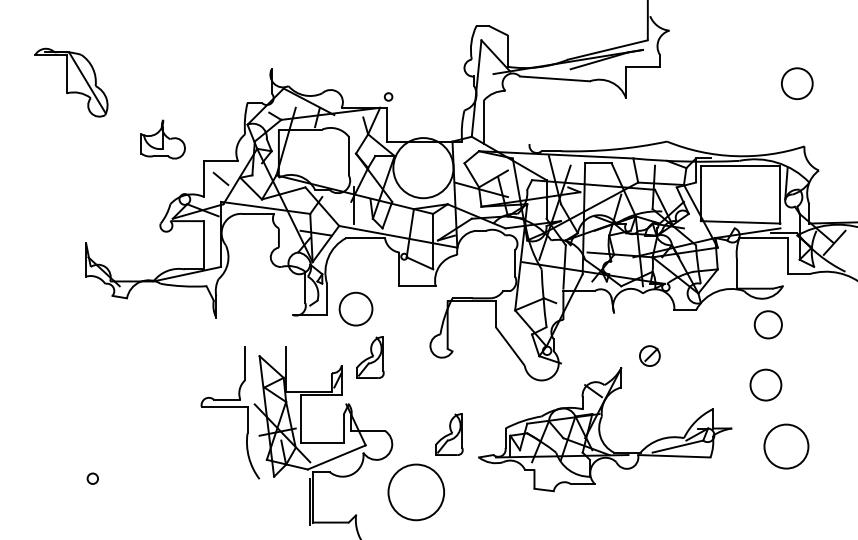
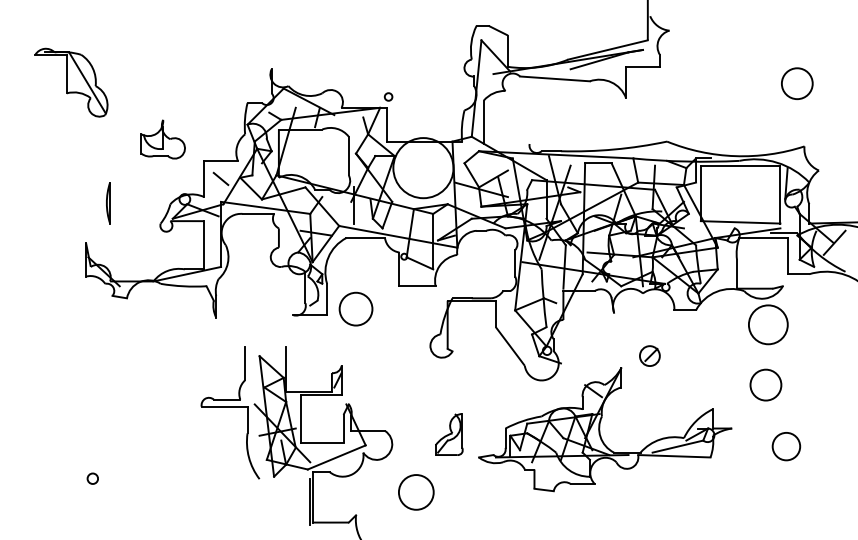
line at (107, 203): none -> present
circle at (767, 324) diameter: 27 px -> 39 px
part at (370, 357): present -> none
circle at (786, 446) diameter: 44 px -> 27 px
circle at (416, 492) diameter: 56 px -> 35 px
